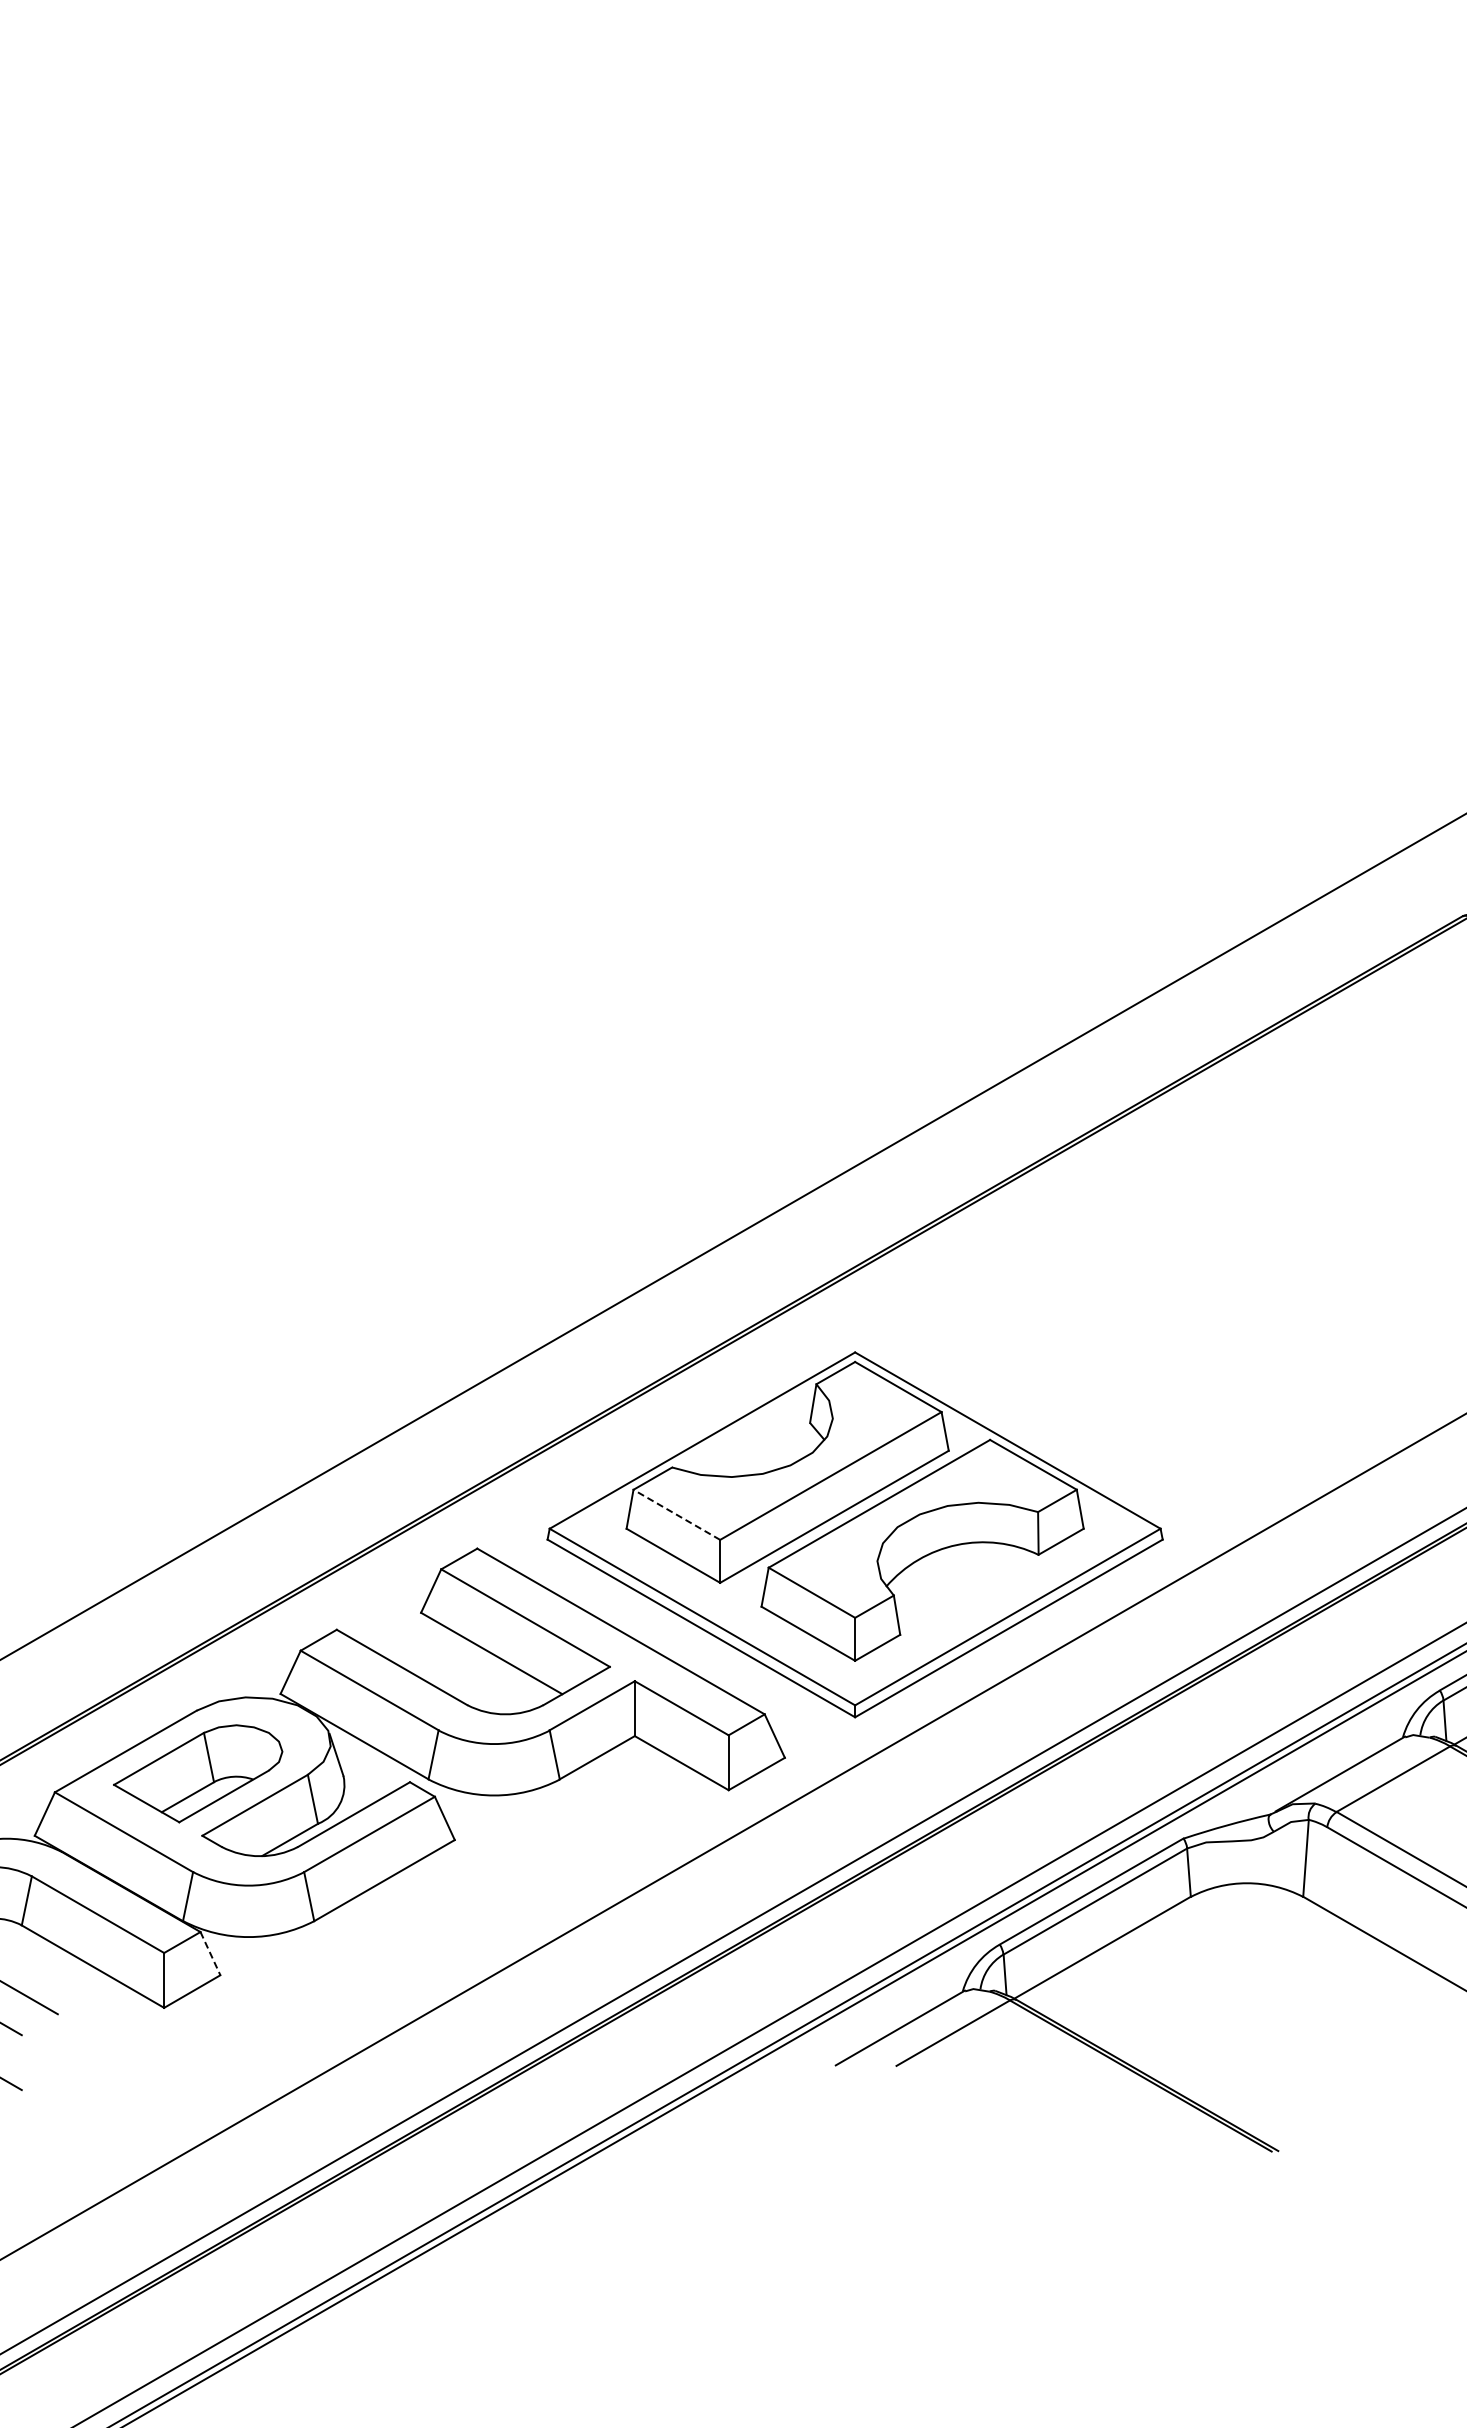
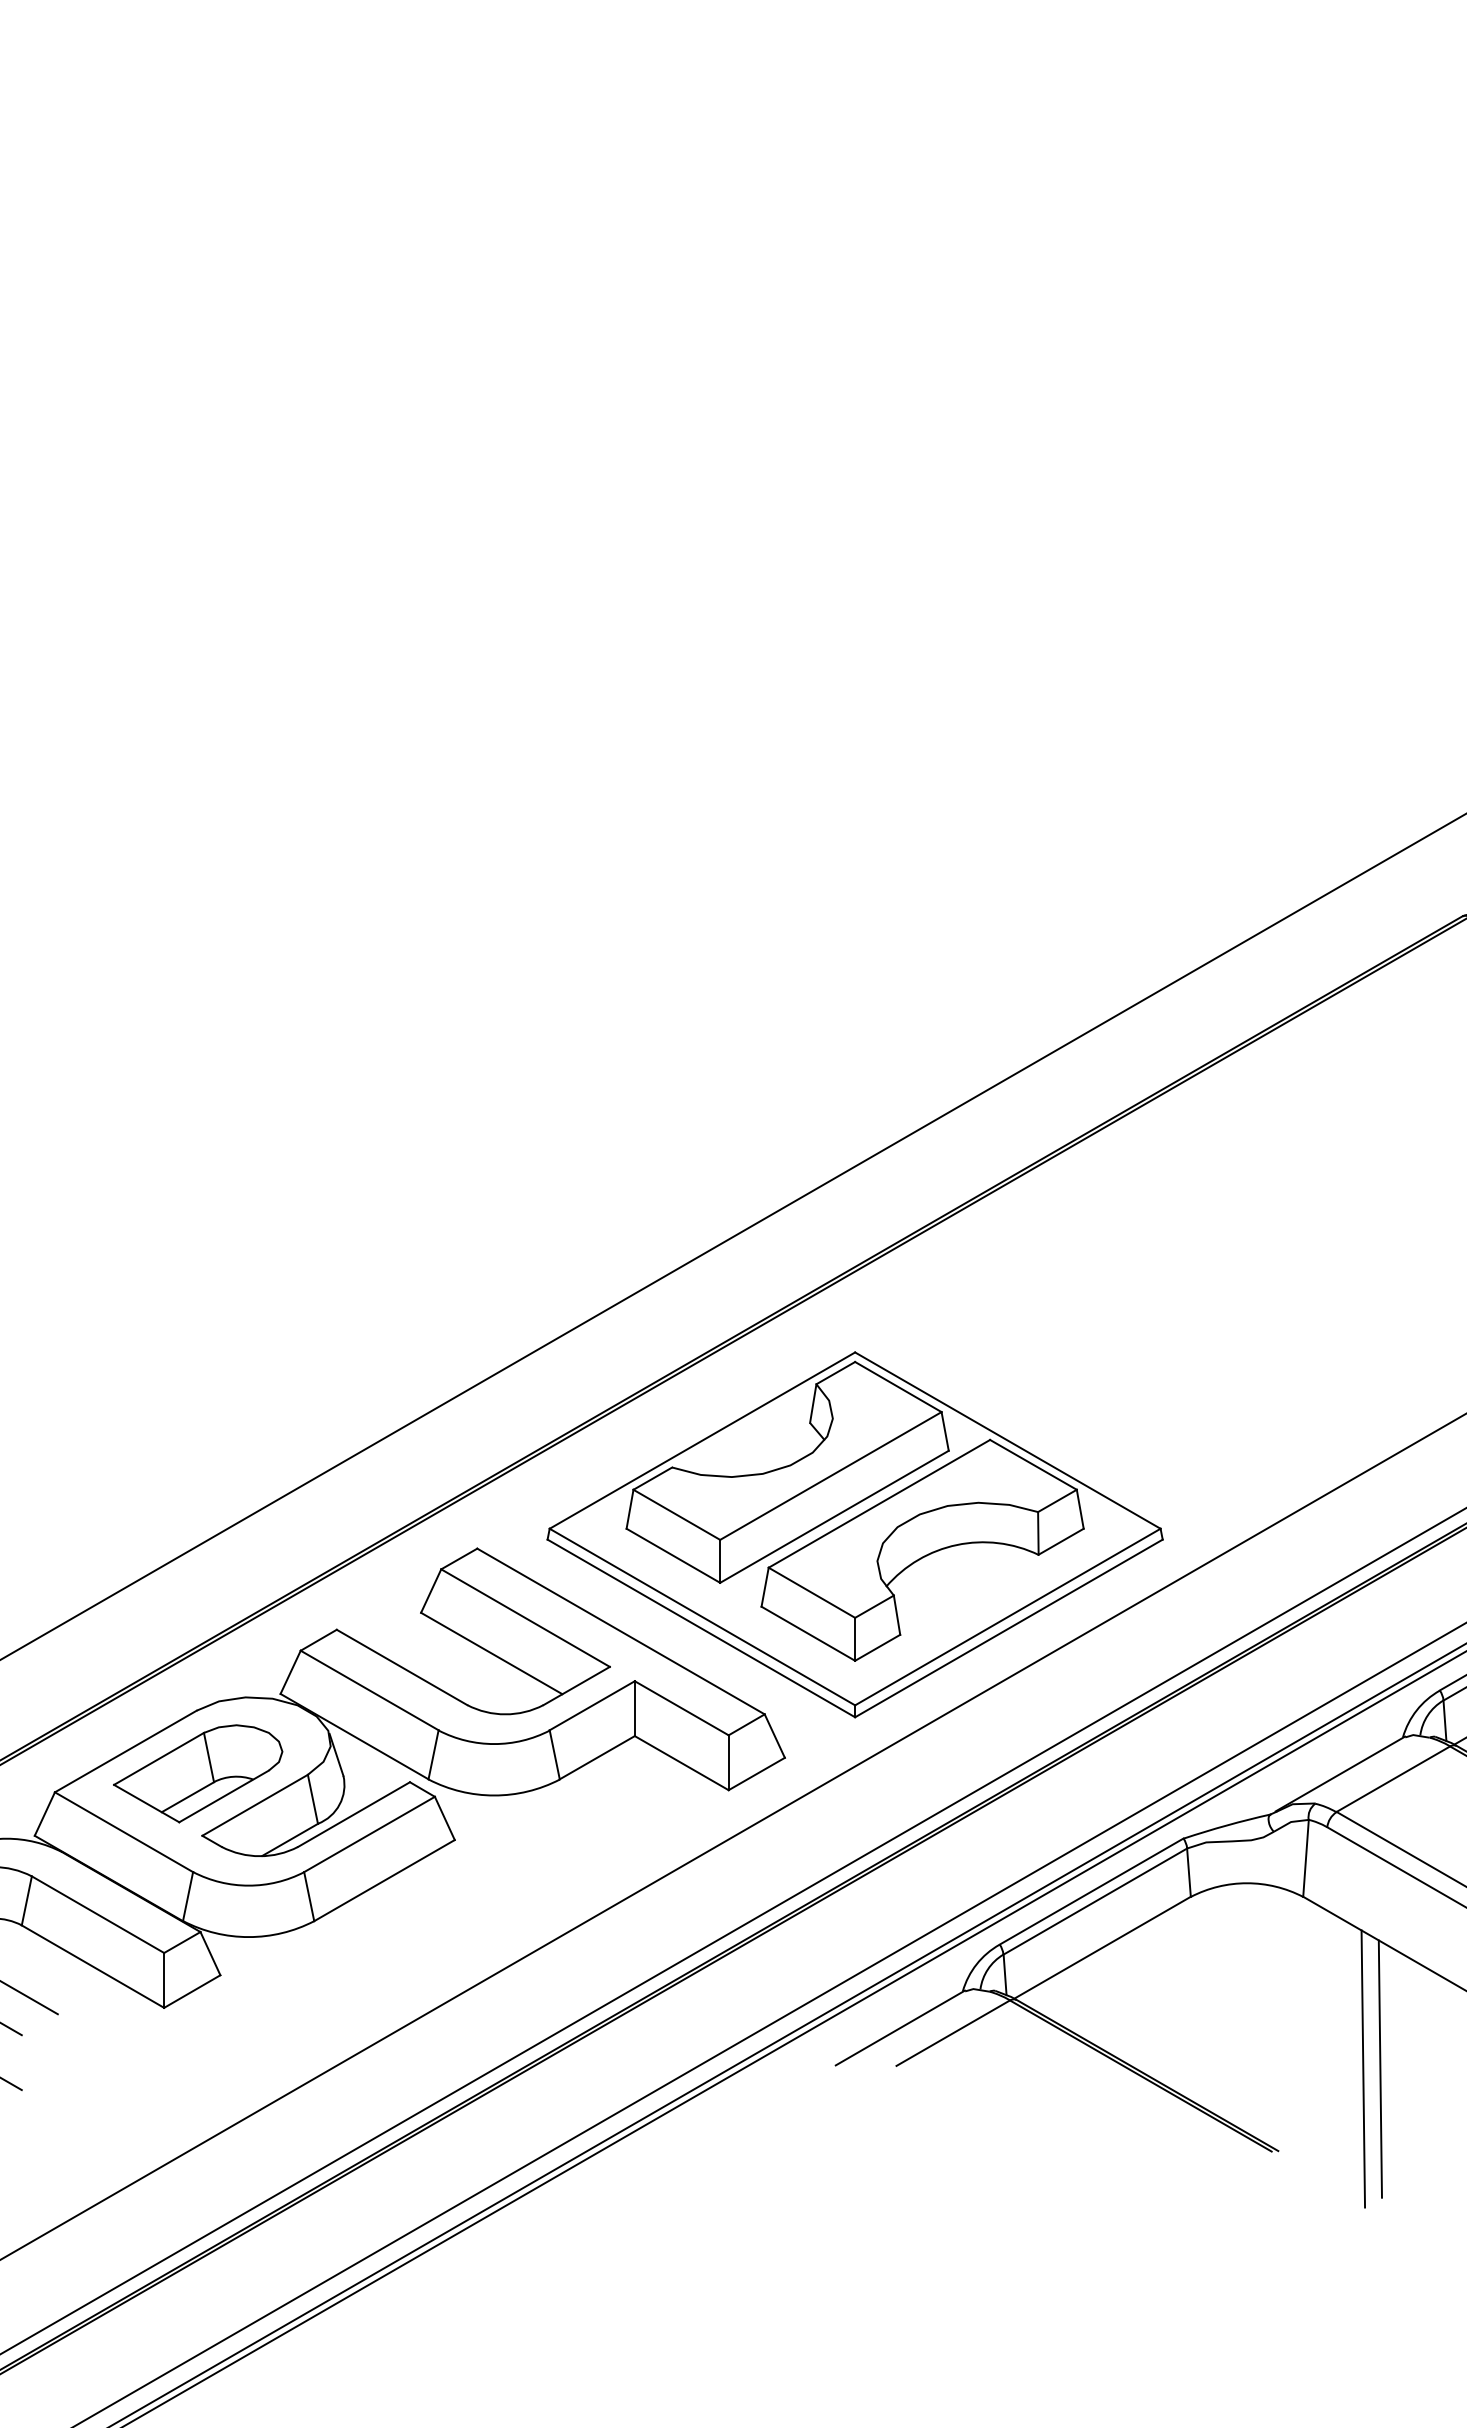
line at (676, 1514): dashed -> solid
line at (210, 1953): dashed -> solid
line at (1363, 2068): none -> present
line at (1379, 2068): none -> present
